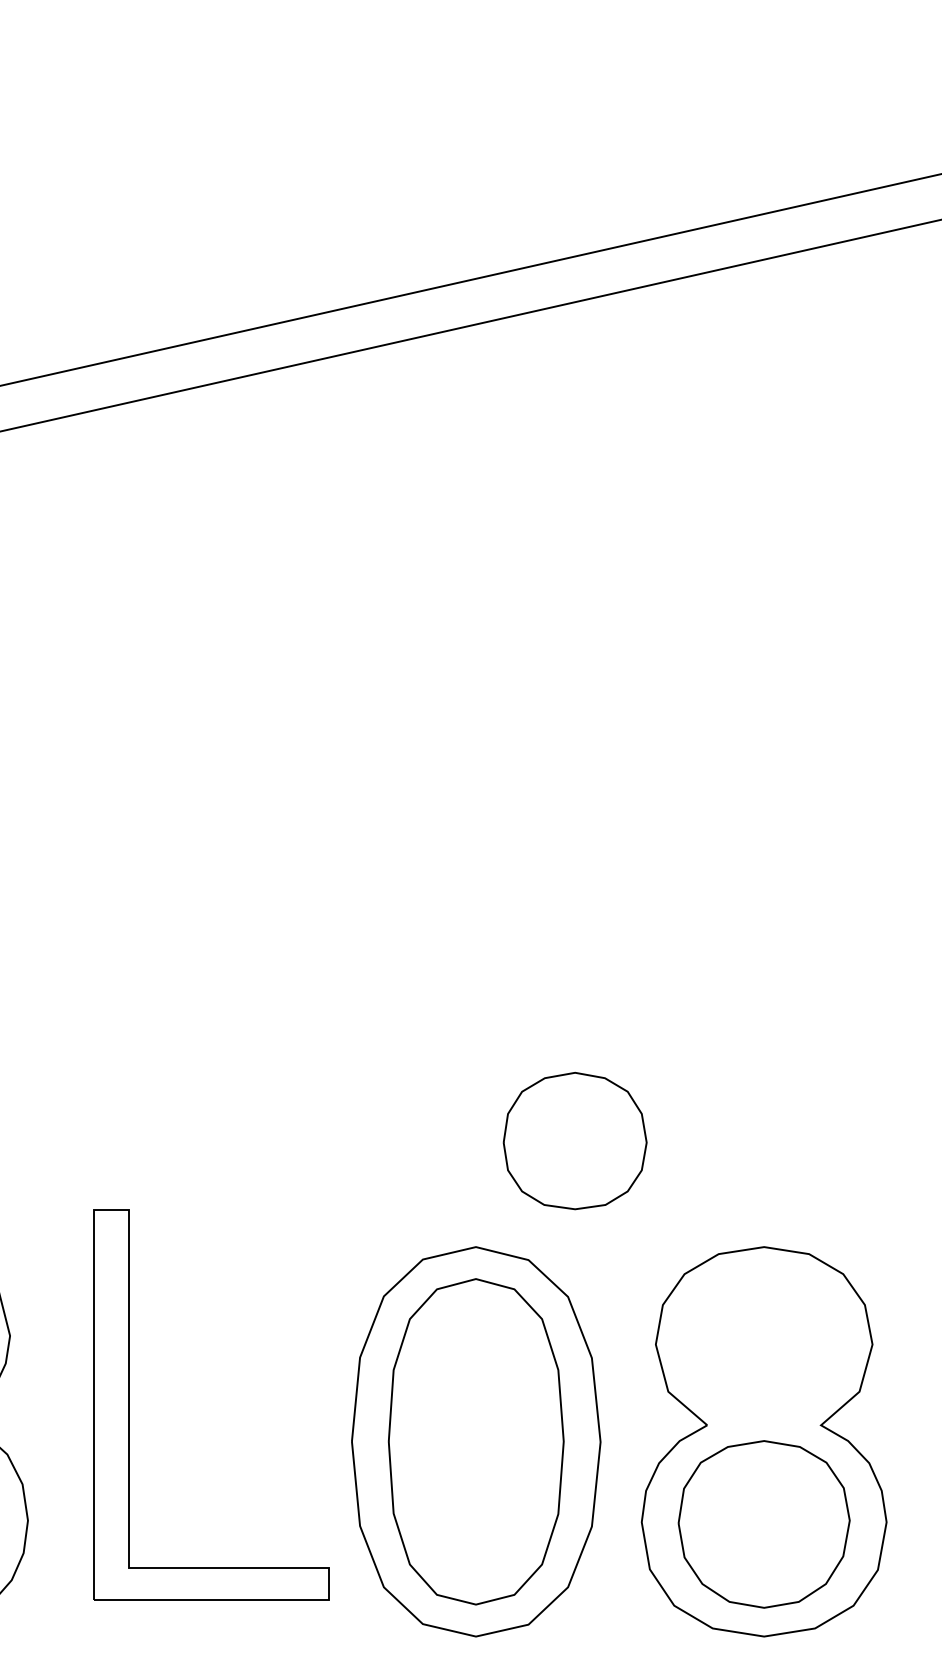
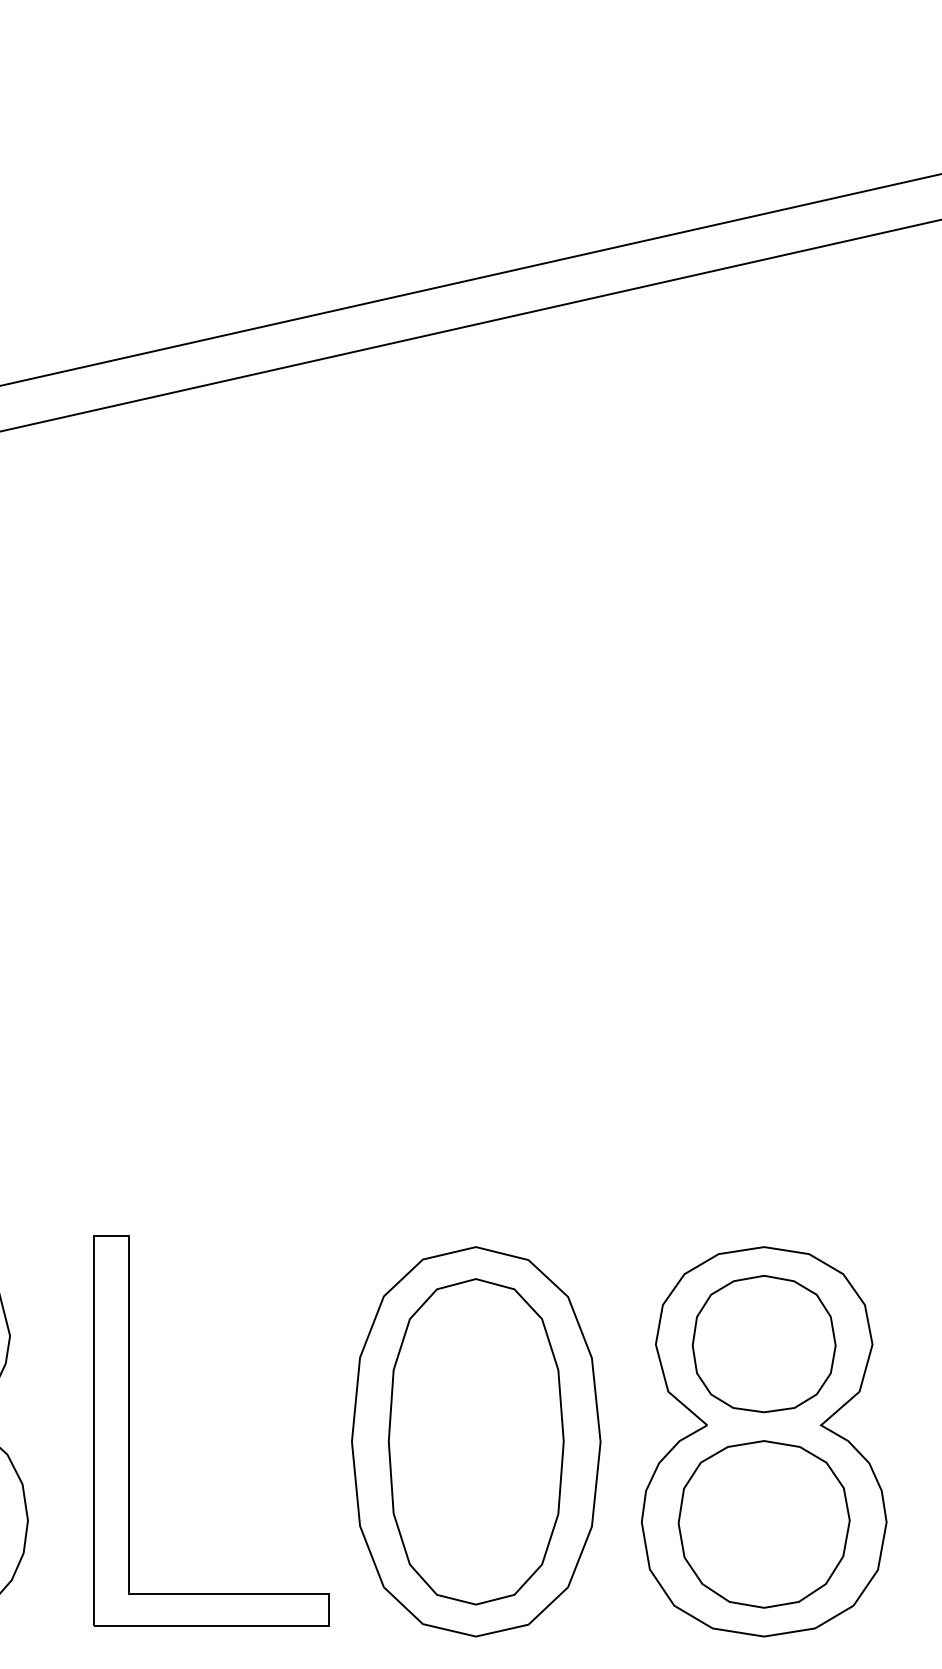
part at (574, 1140) position: (574, 1140) -> (763, 1343)
part at (129, 1404) position: (129, 1404) -> (129, 1430)
